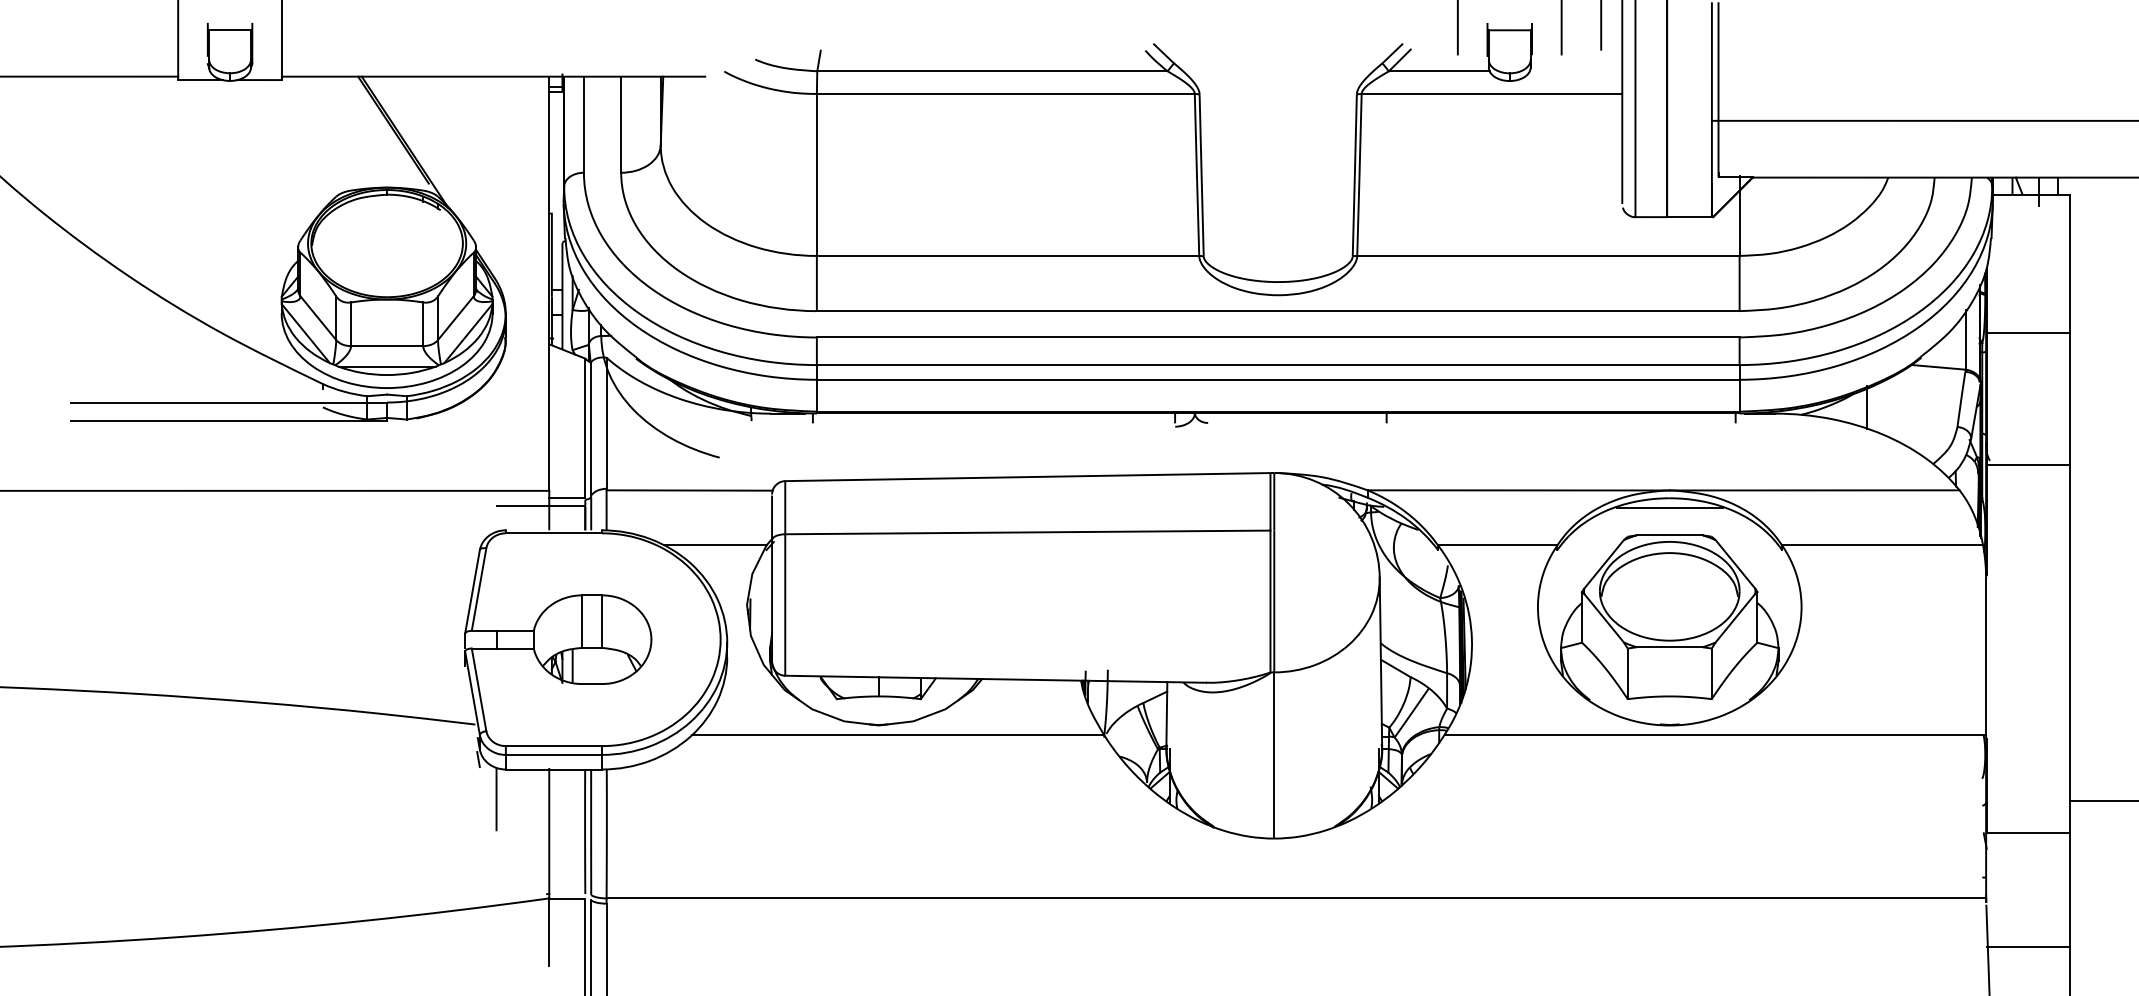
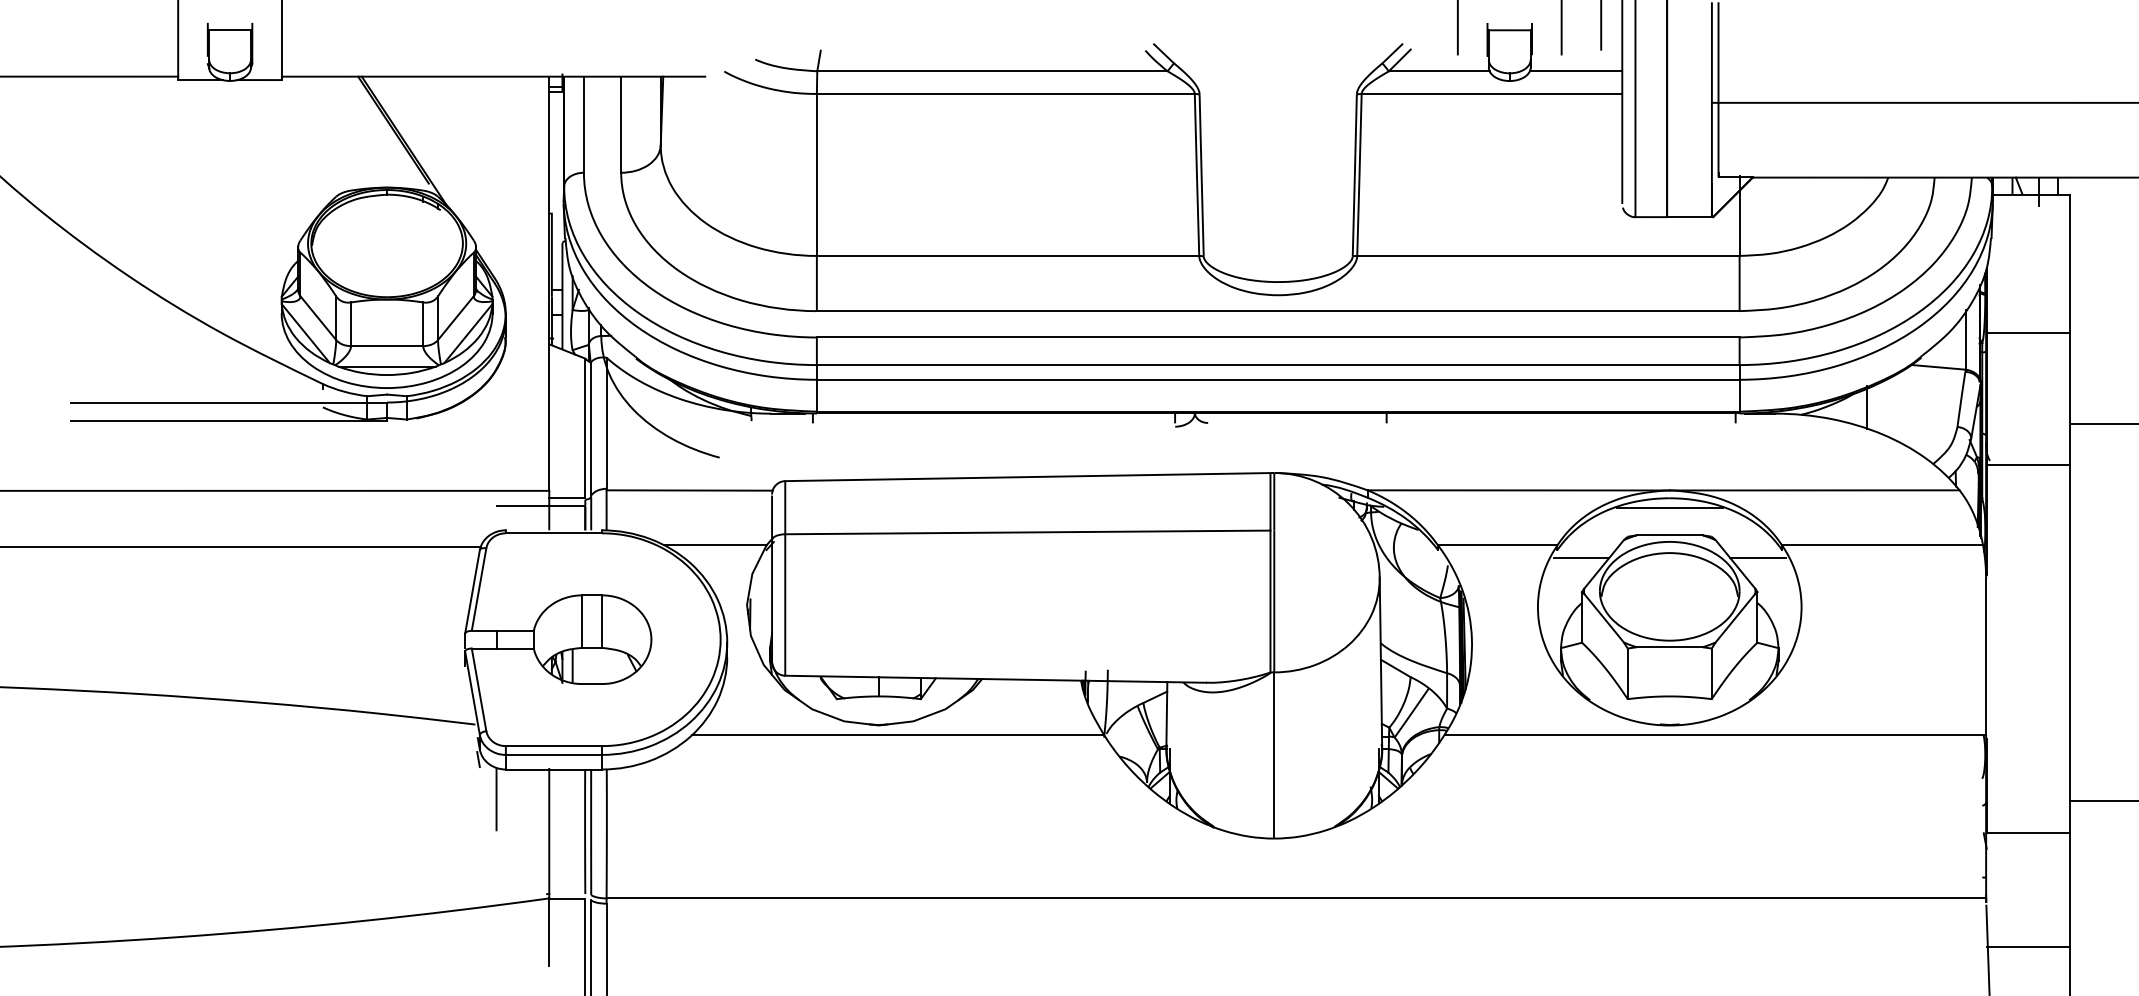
line at (1575, 71): none -> present
line at (1923, 120) position: (1923, 120) -> (1923, 102)
line at (2102, 424): none -> present
line at (241, 547): none -> present
line at (1581, 557): none -> present
line at (1757, 557): none -> present
